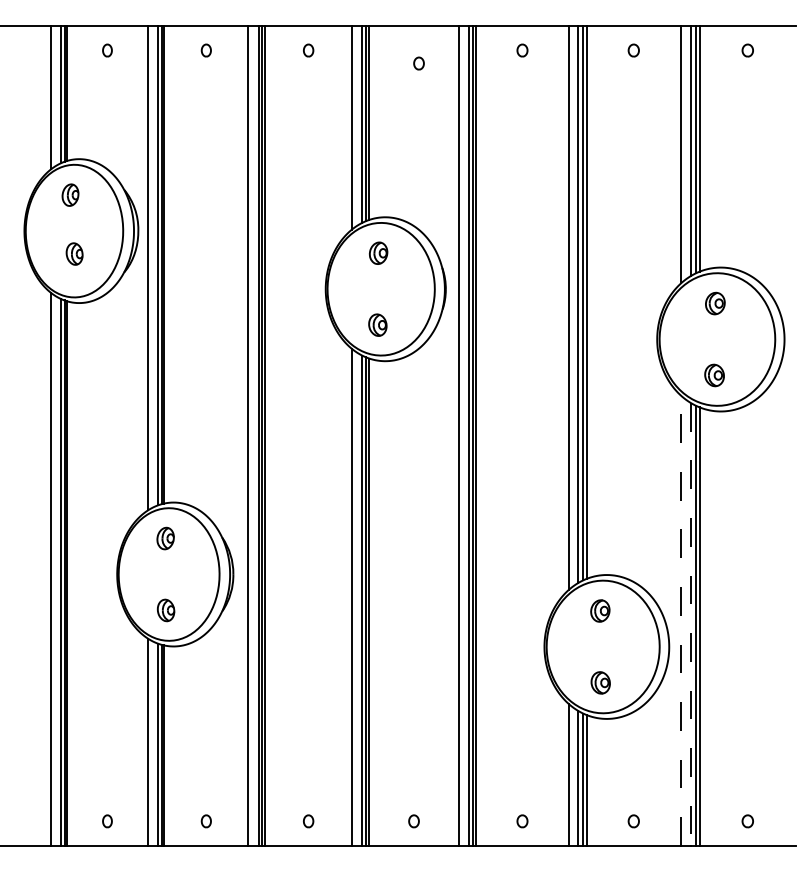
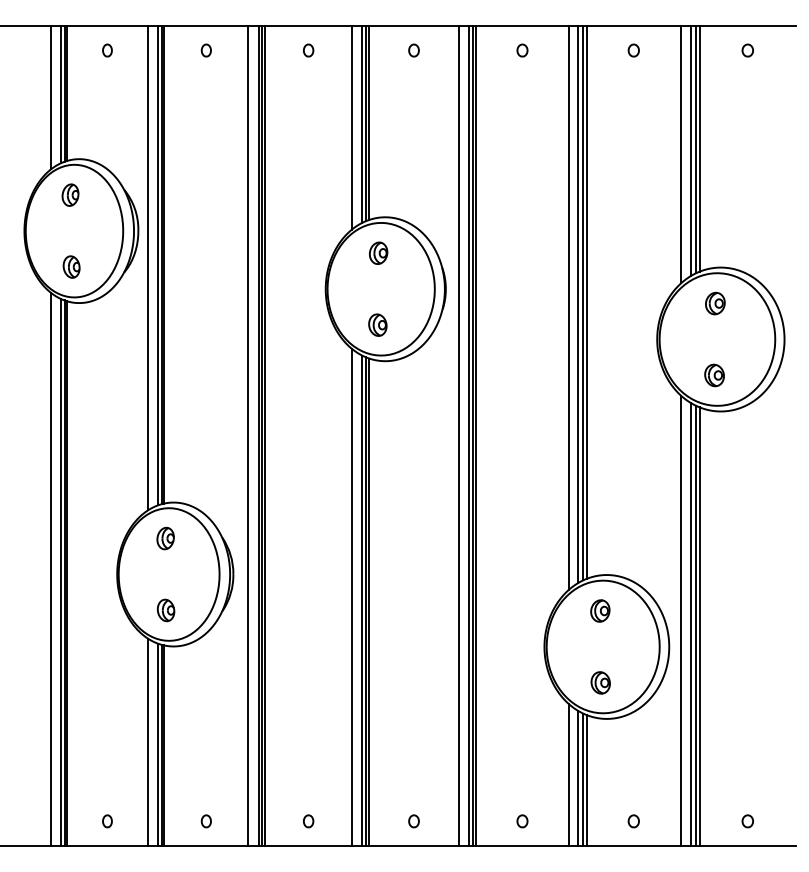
part at (418, 63) position: (418, 63) -> (413, 50)
part at (74, 253) position: (74, 253) -> (71, 266)
line at (680, 620): dashed -> solid
line at (690, 624): dashed -> solid
